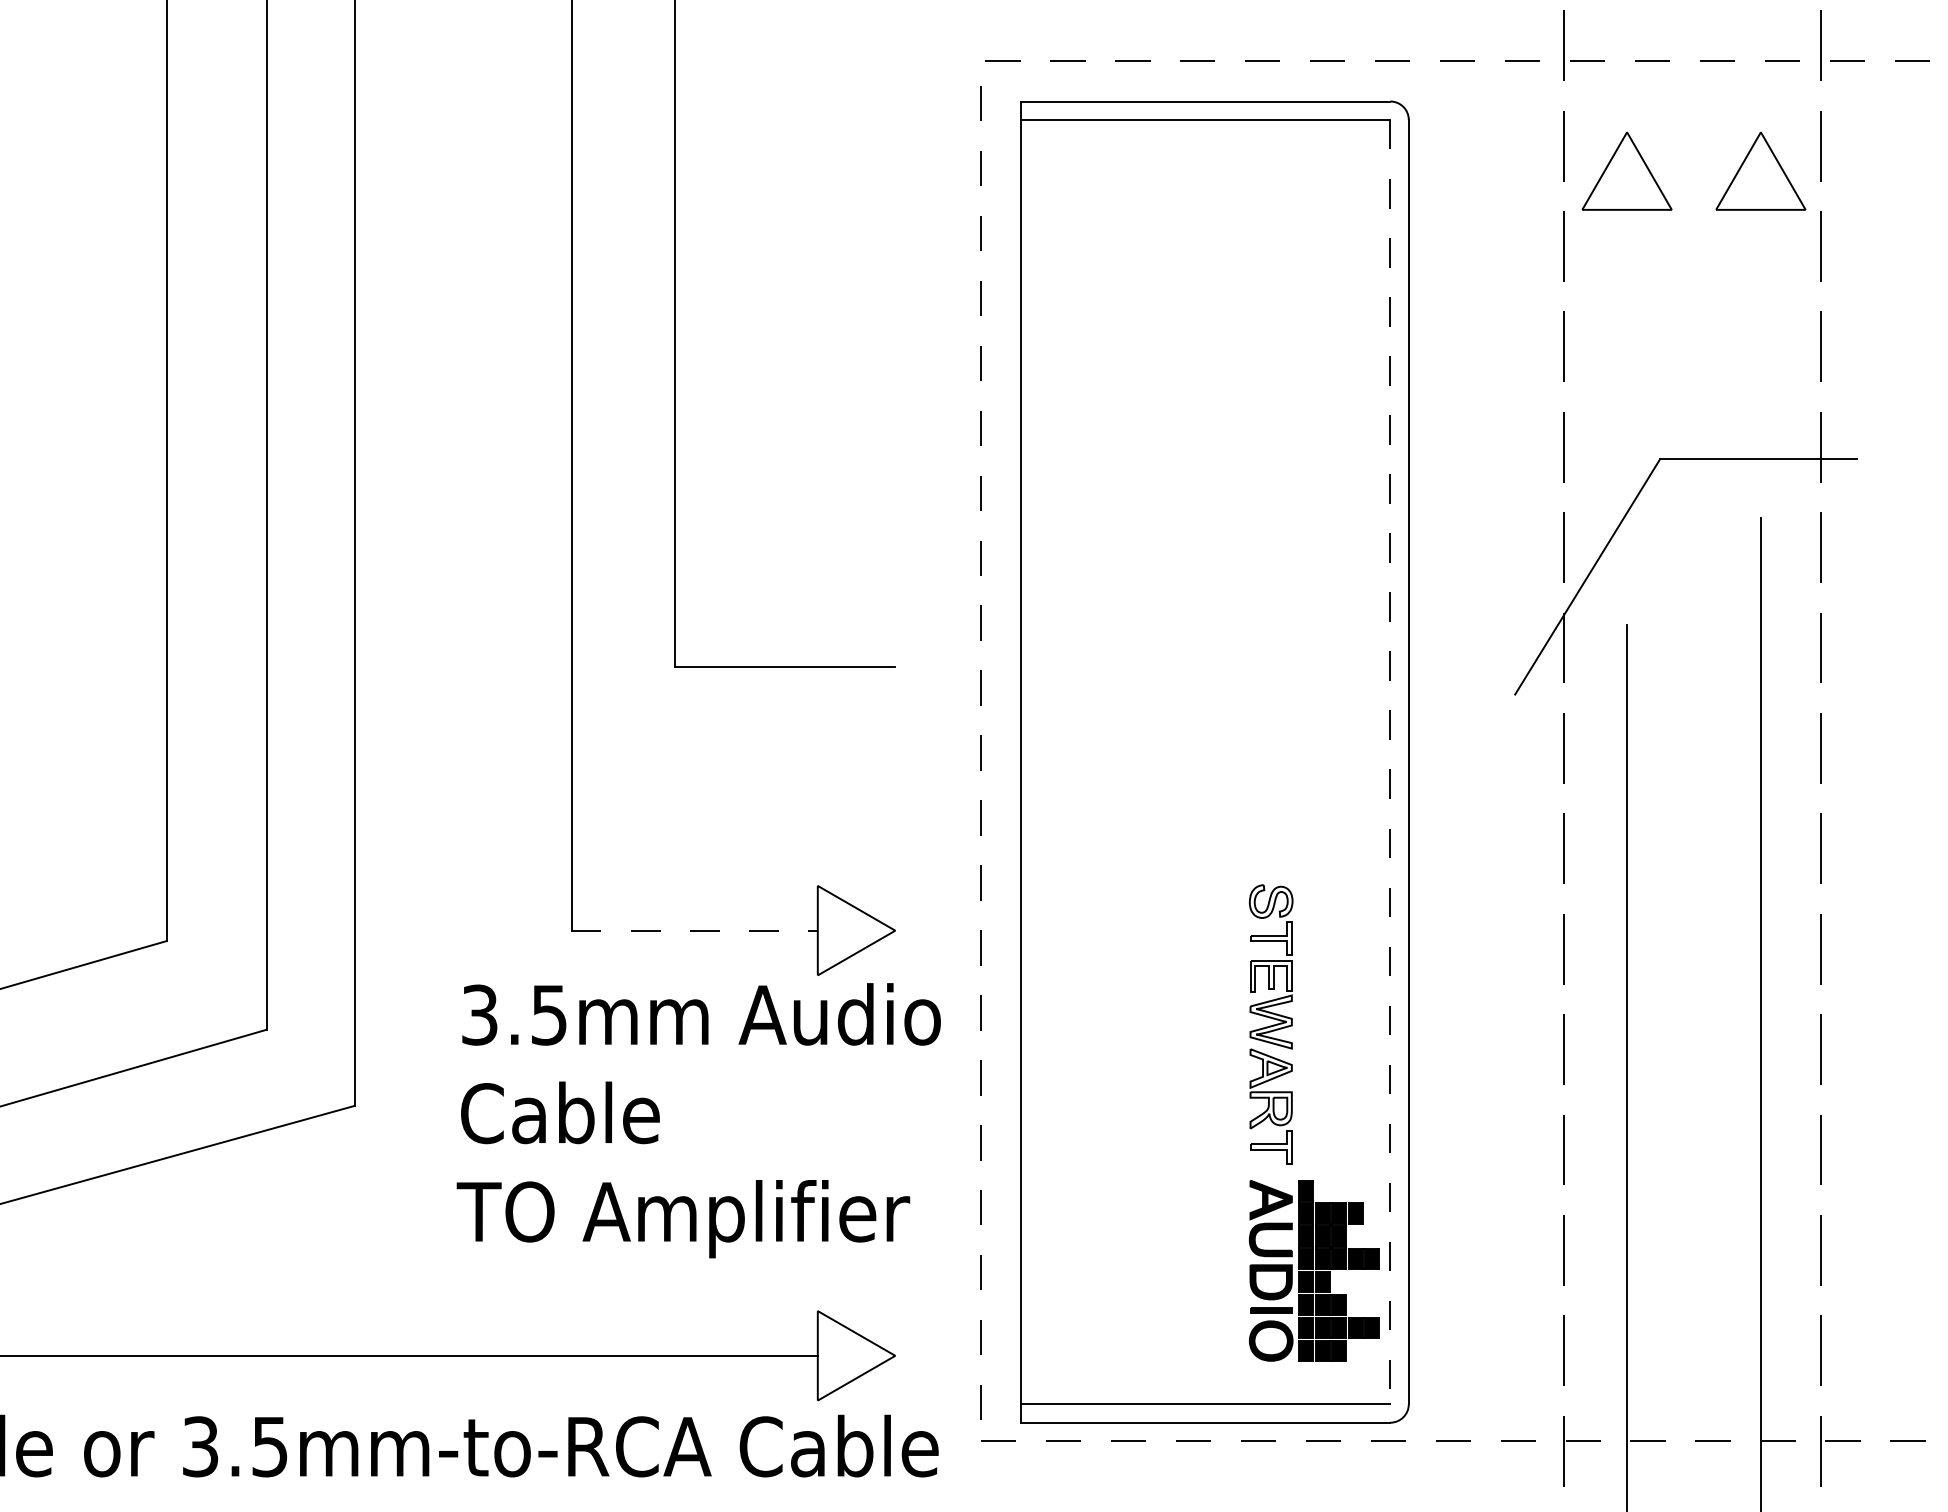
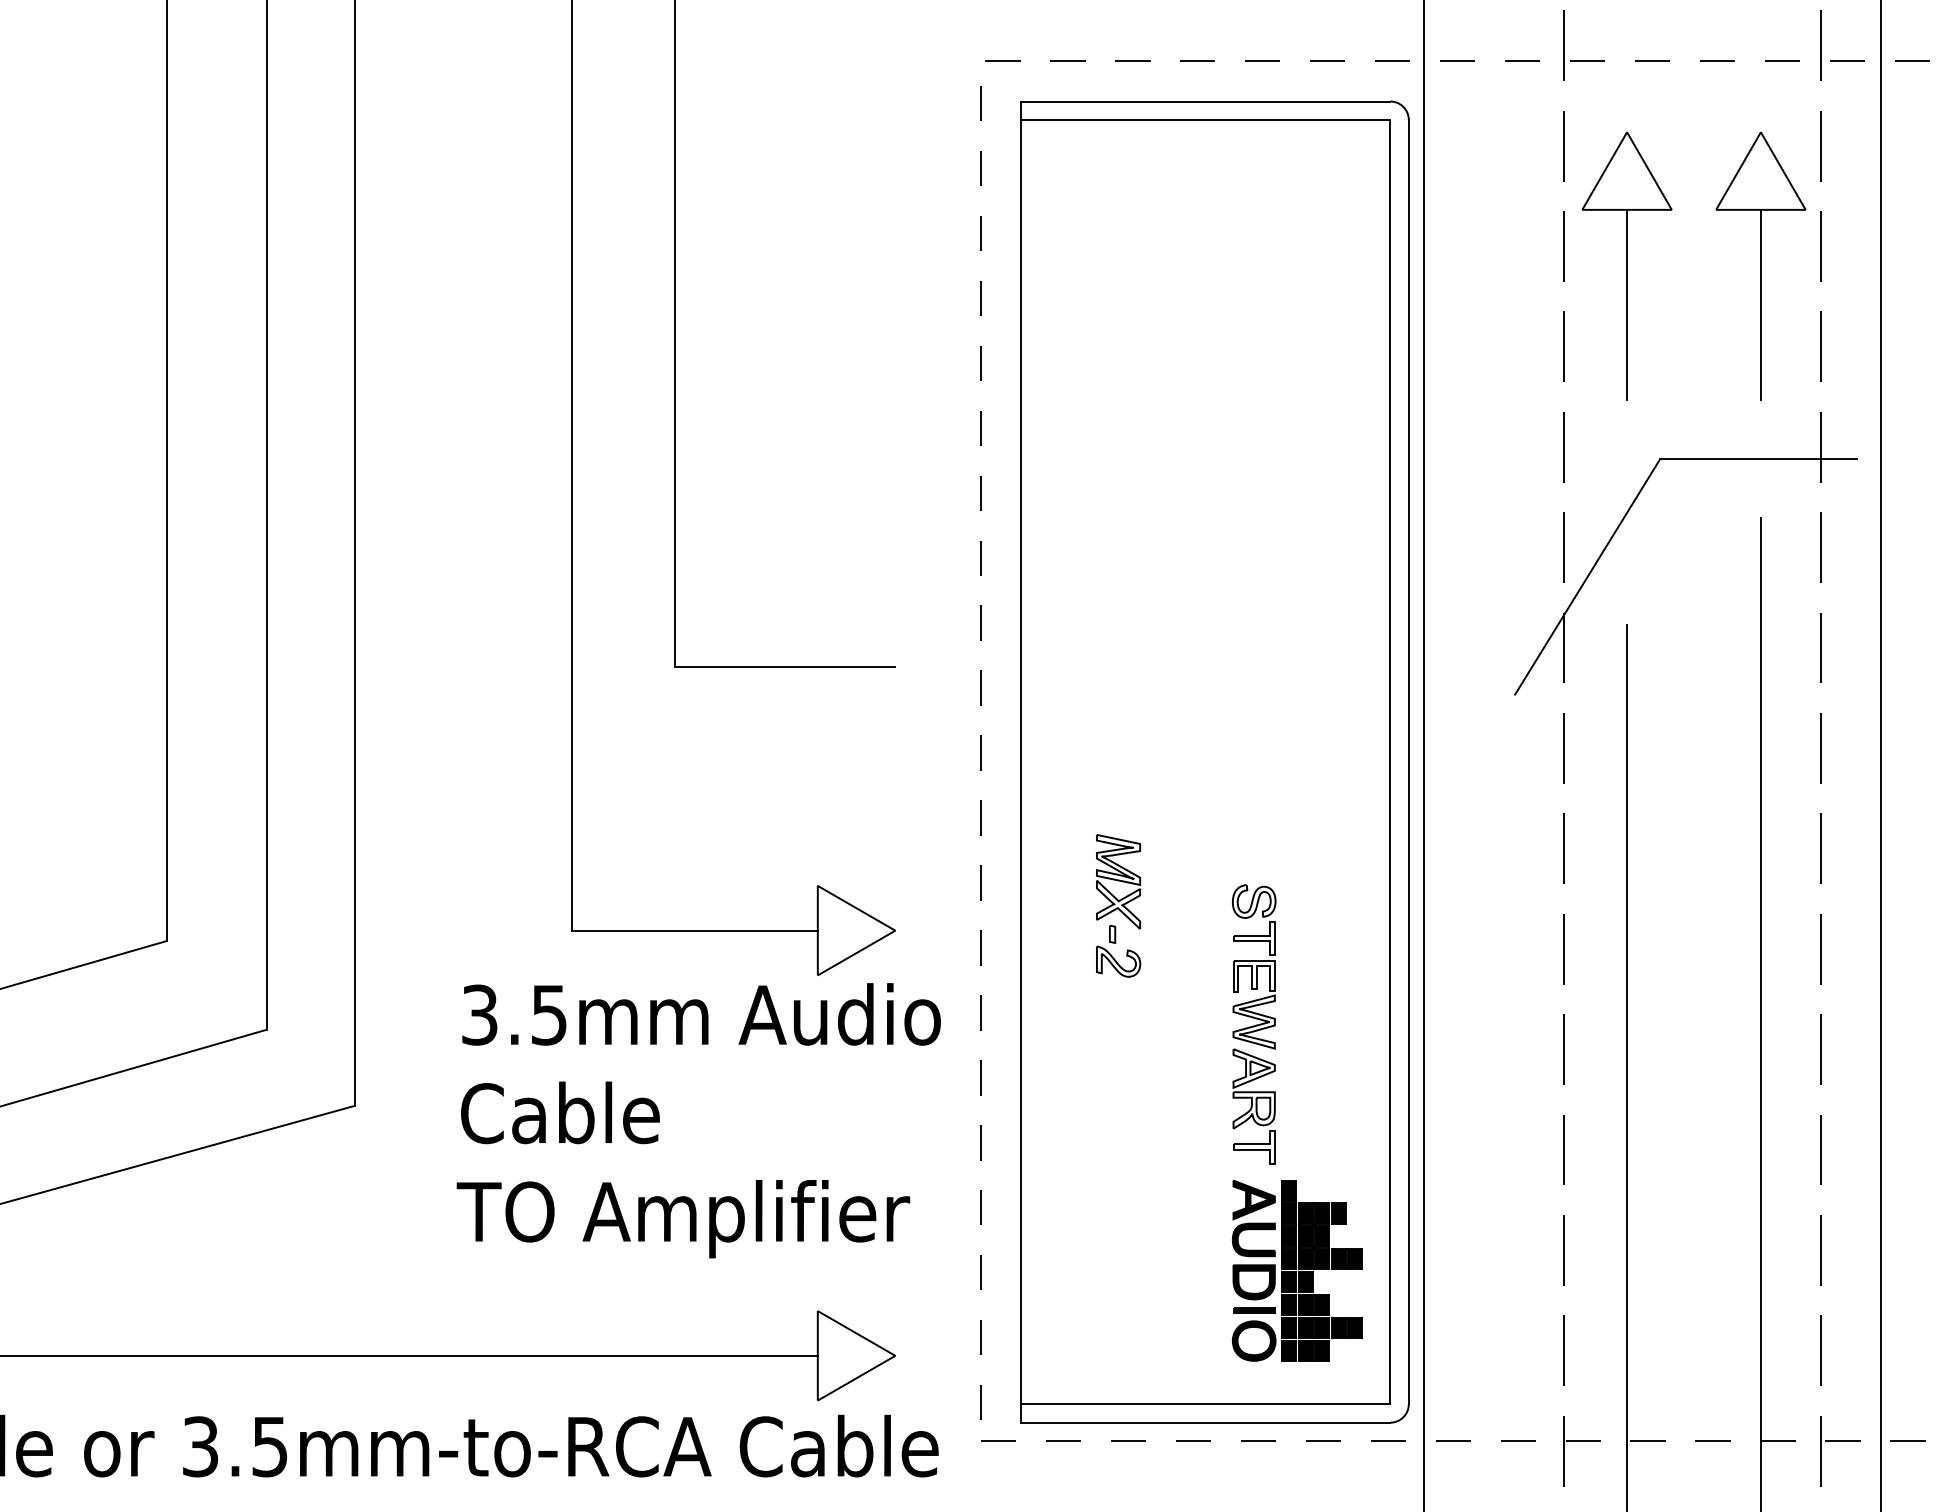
line at (1627, 304): none -> present
line at (1760, 304): none -> present
line at (1423, 755): none -> present
line at (1881, 755): none -> present
line at (1390, 762): dashed -> solid
part at (1118, 905): none -> present
line at (694, 930): dashed -> solid
part at (1292, 1117) position: (1292, 1117) -> (1275, 1117)
